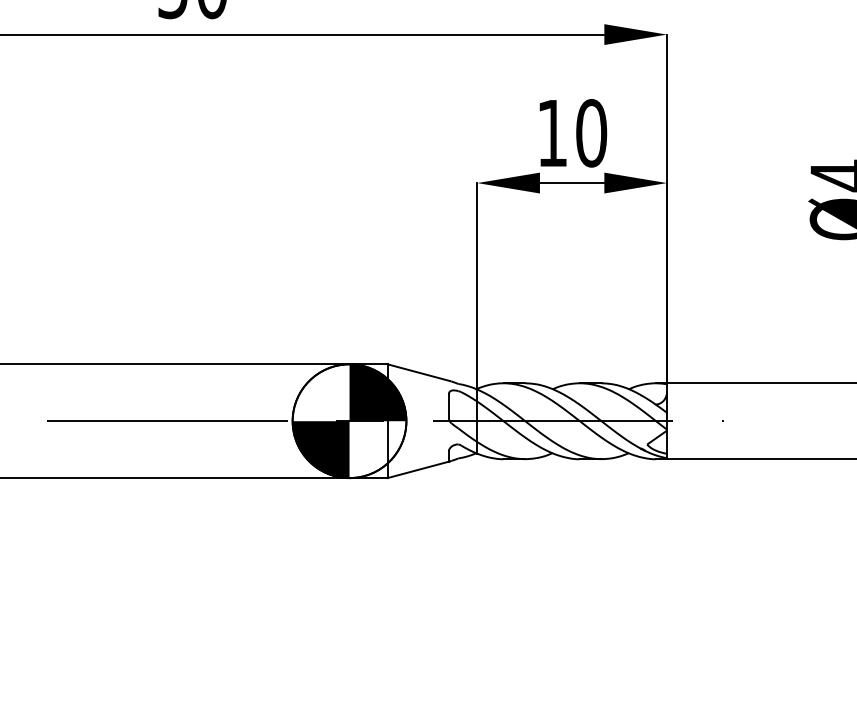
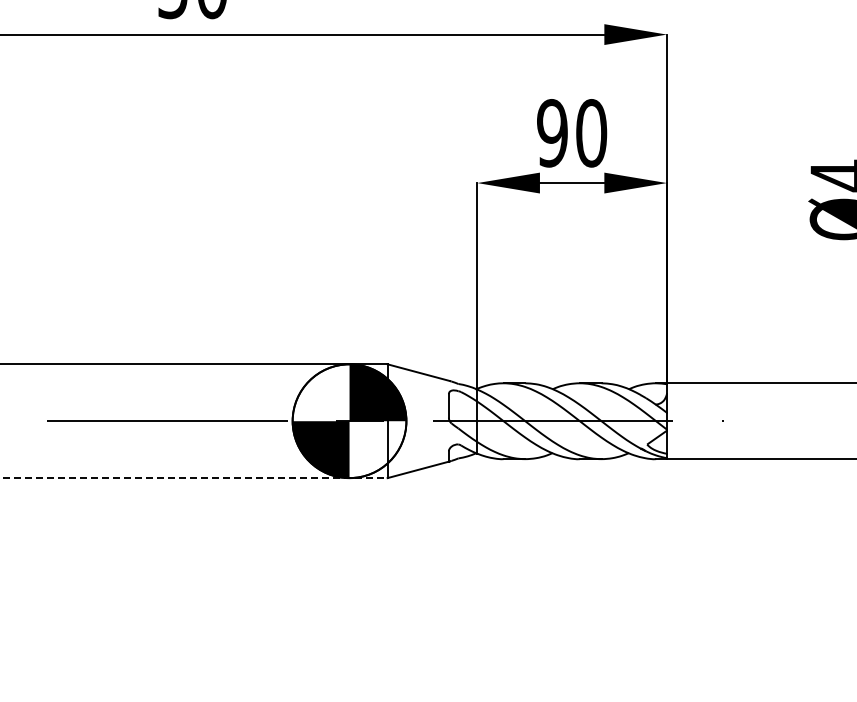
text at (552, 133): 10 -> 90
line at (193, 478): solid -> dashed
